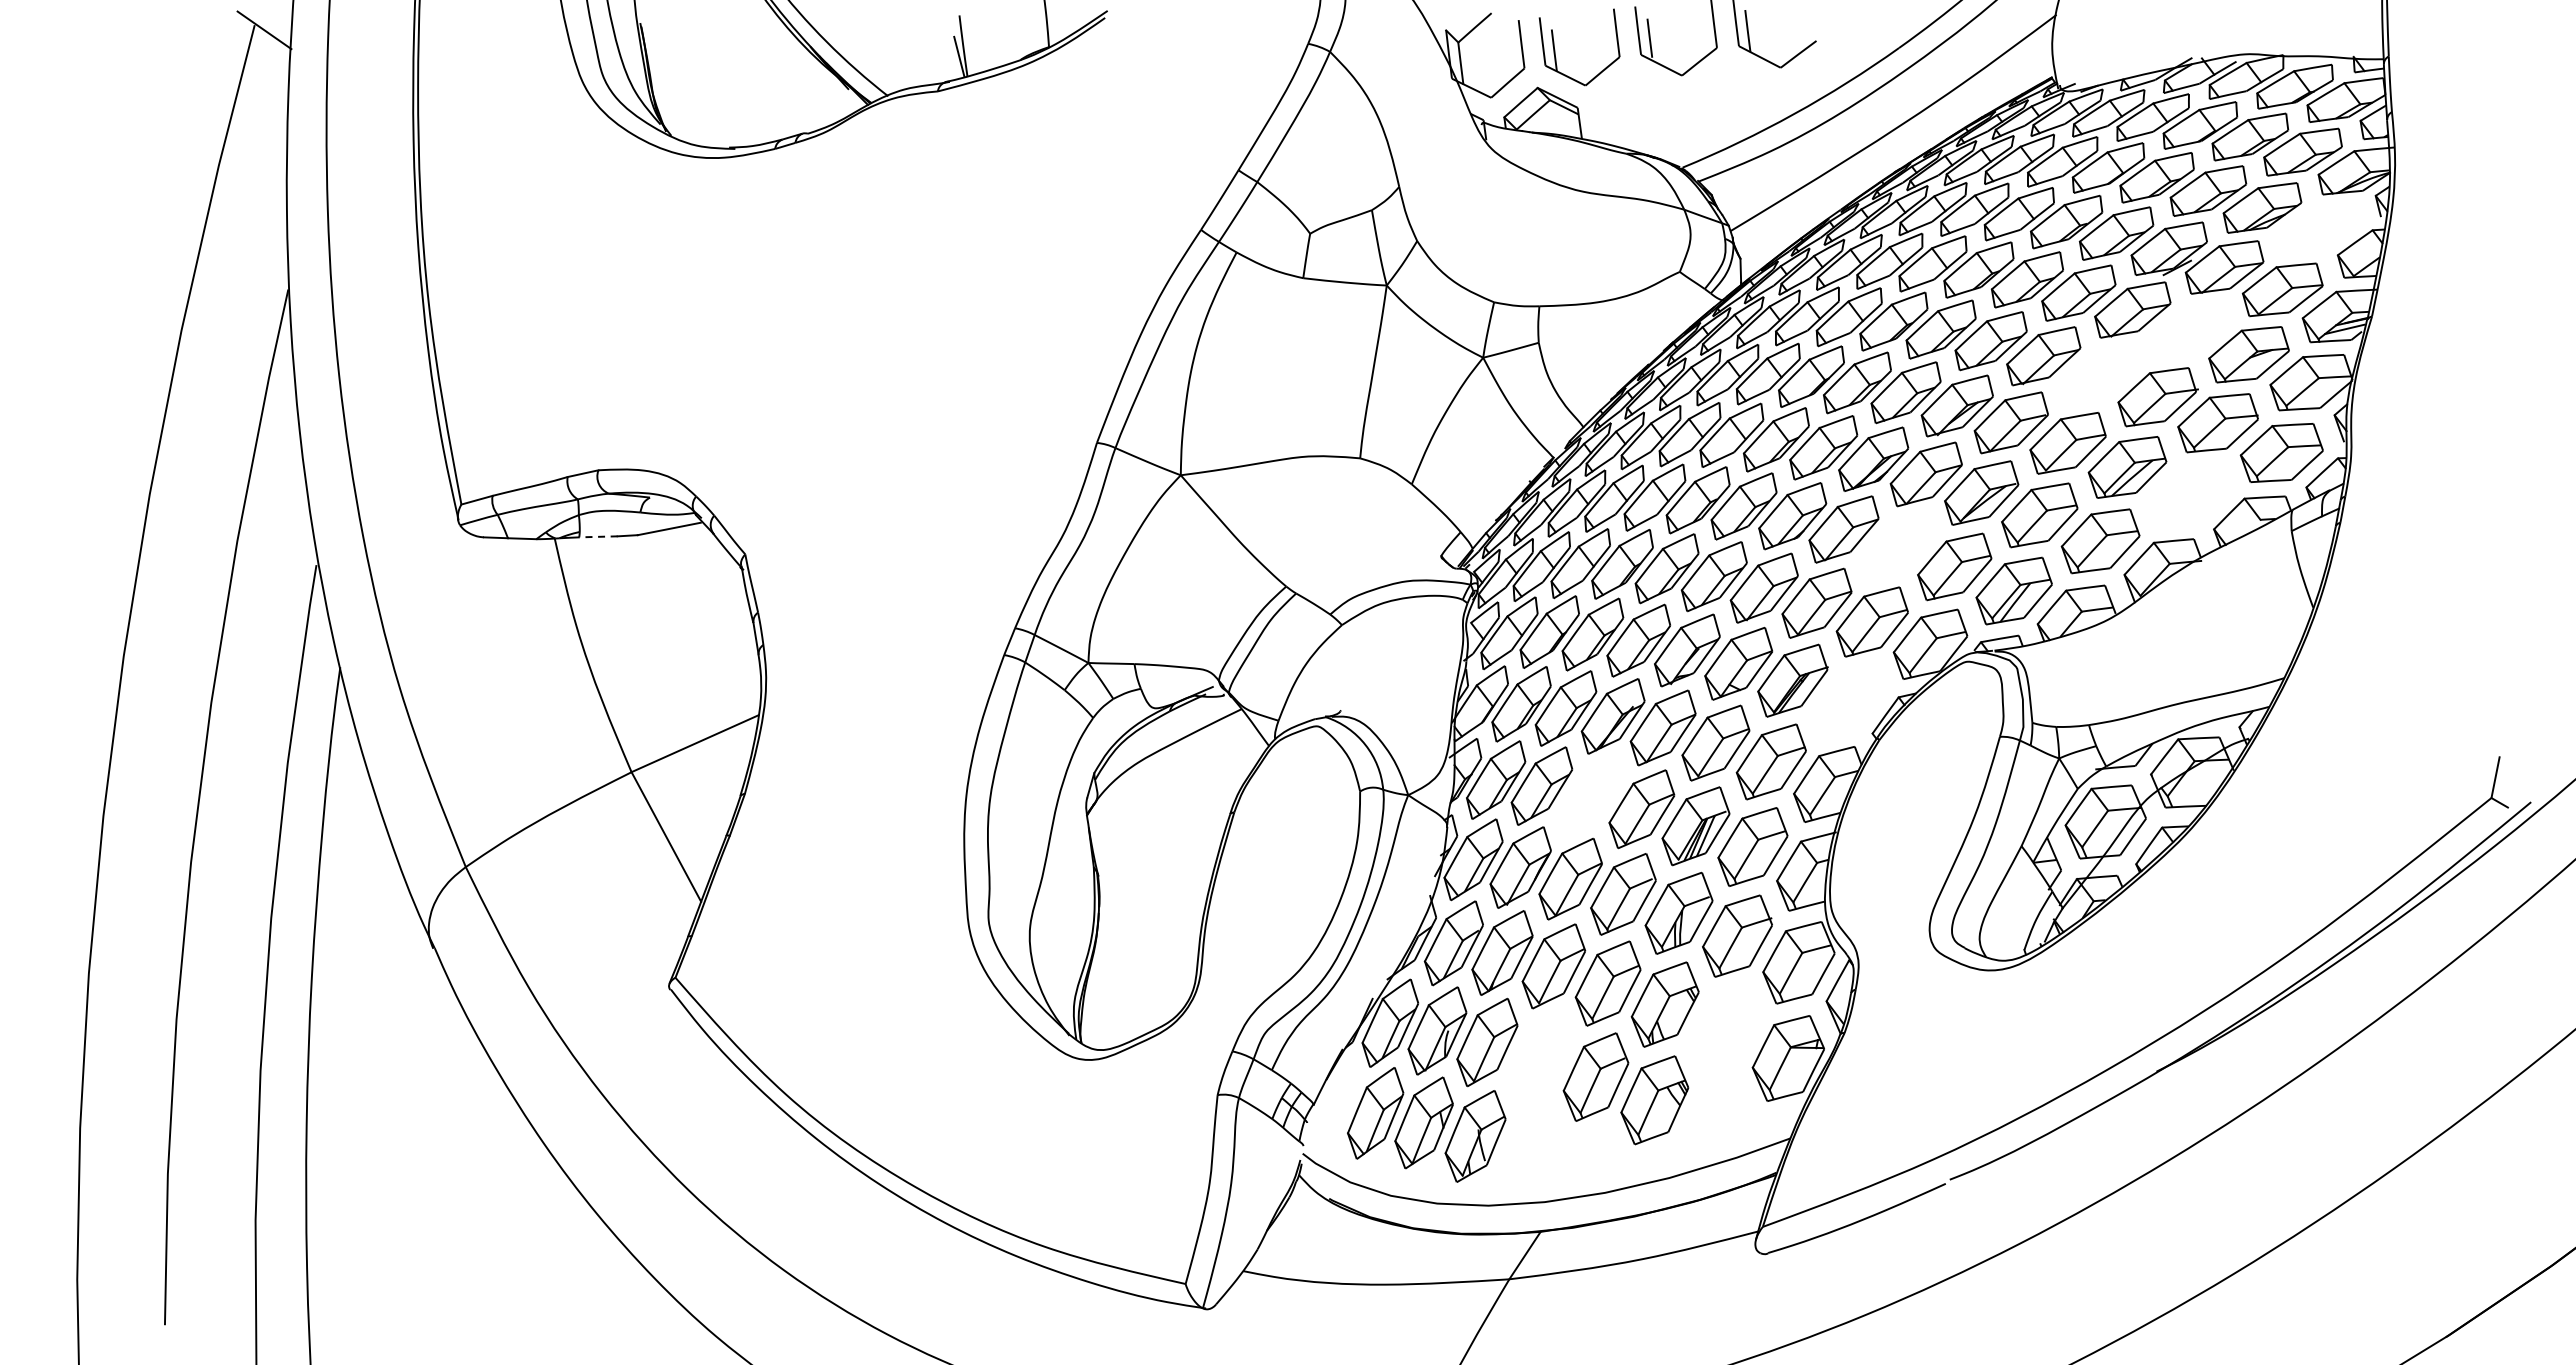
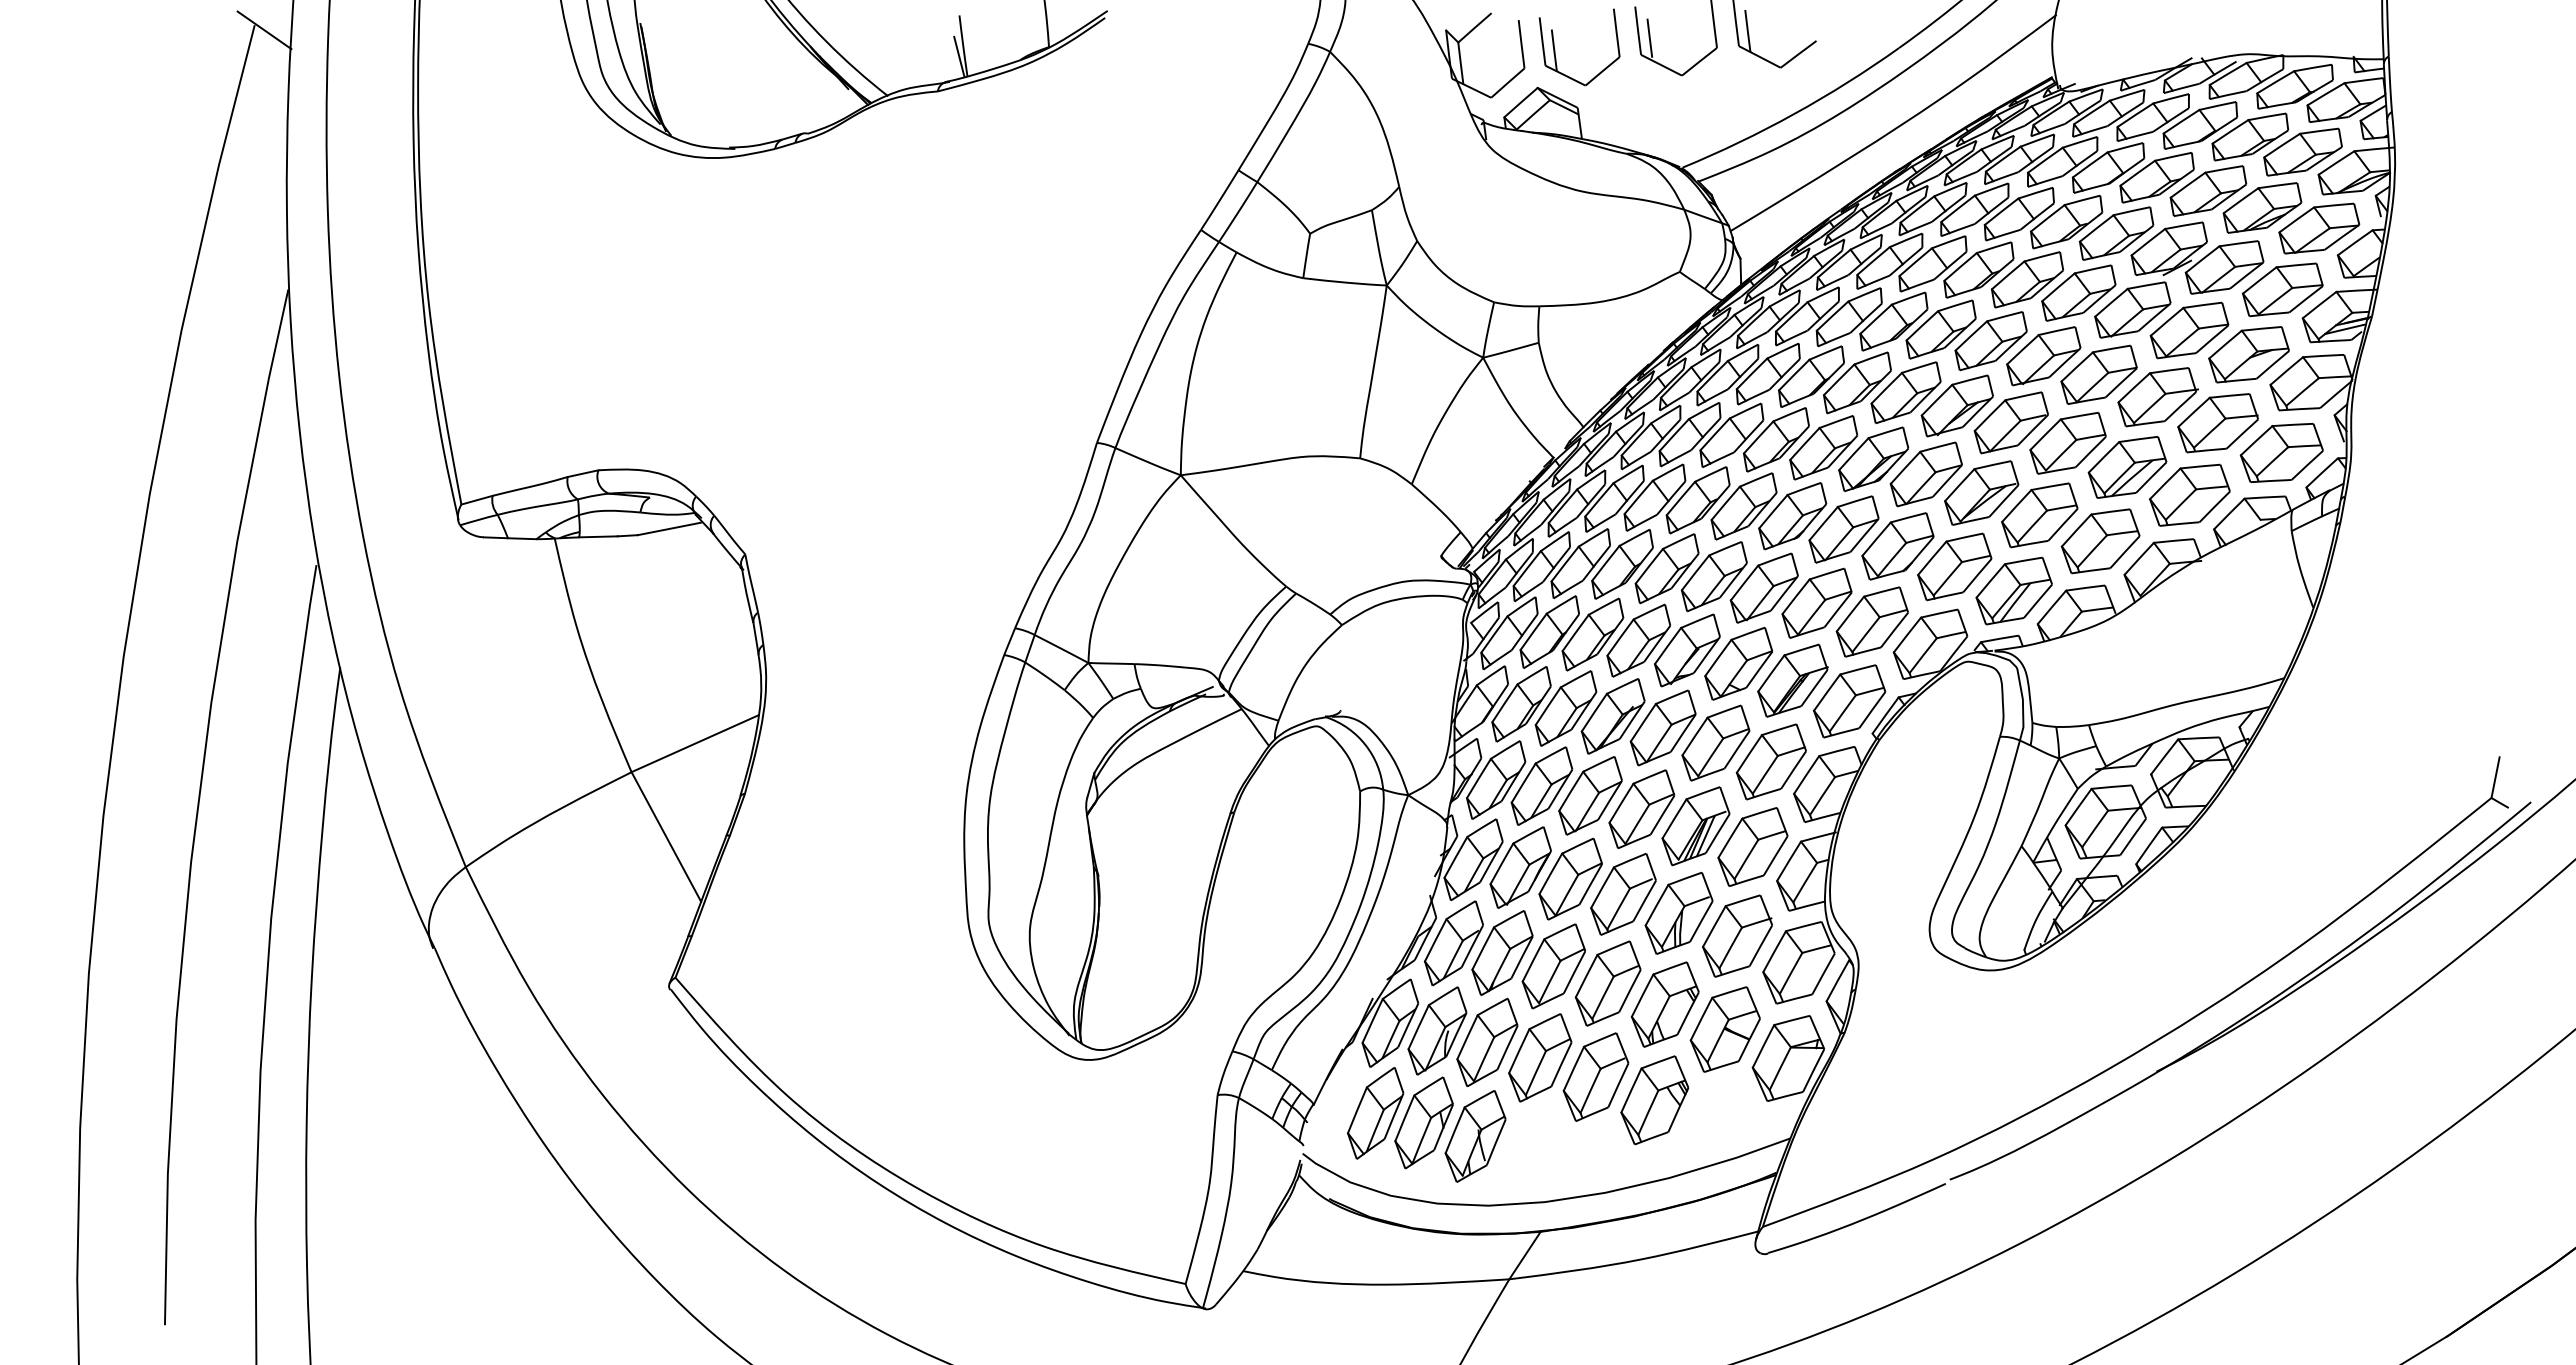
part at (2319, 228): none -> present
part at (2189, 330): none -> present
part at (2098, 374): none -> present
part at (2189, 494): none -> present
line at (597, 536): dashed -> solid
part at (1897, 546): none -> present
part at (1849, 701): none -> present
part at (1590, 795): none -> present
part at (1724, 1029): none -> present
part at (1540, 1057): none -> present
